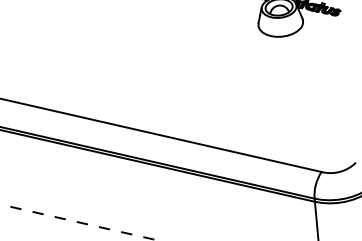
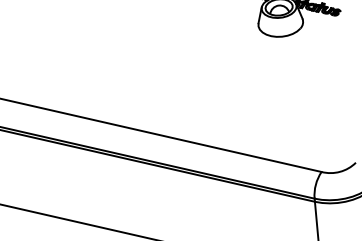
line at (80, 222): dashed -> solid
